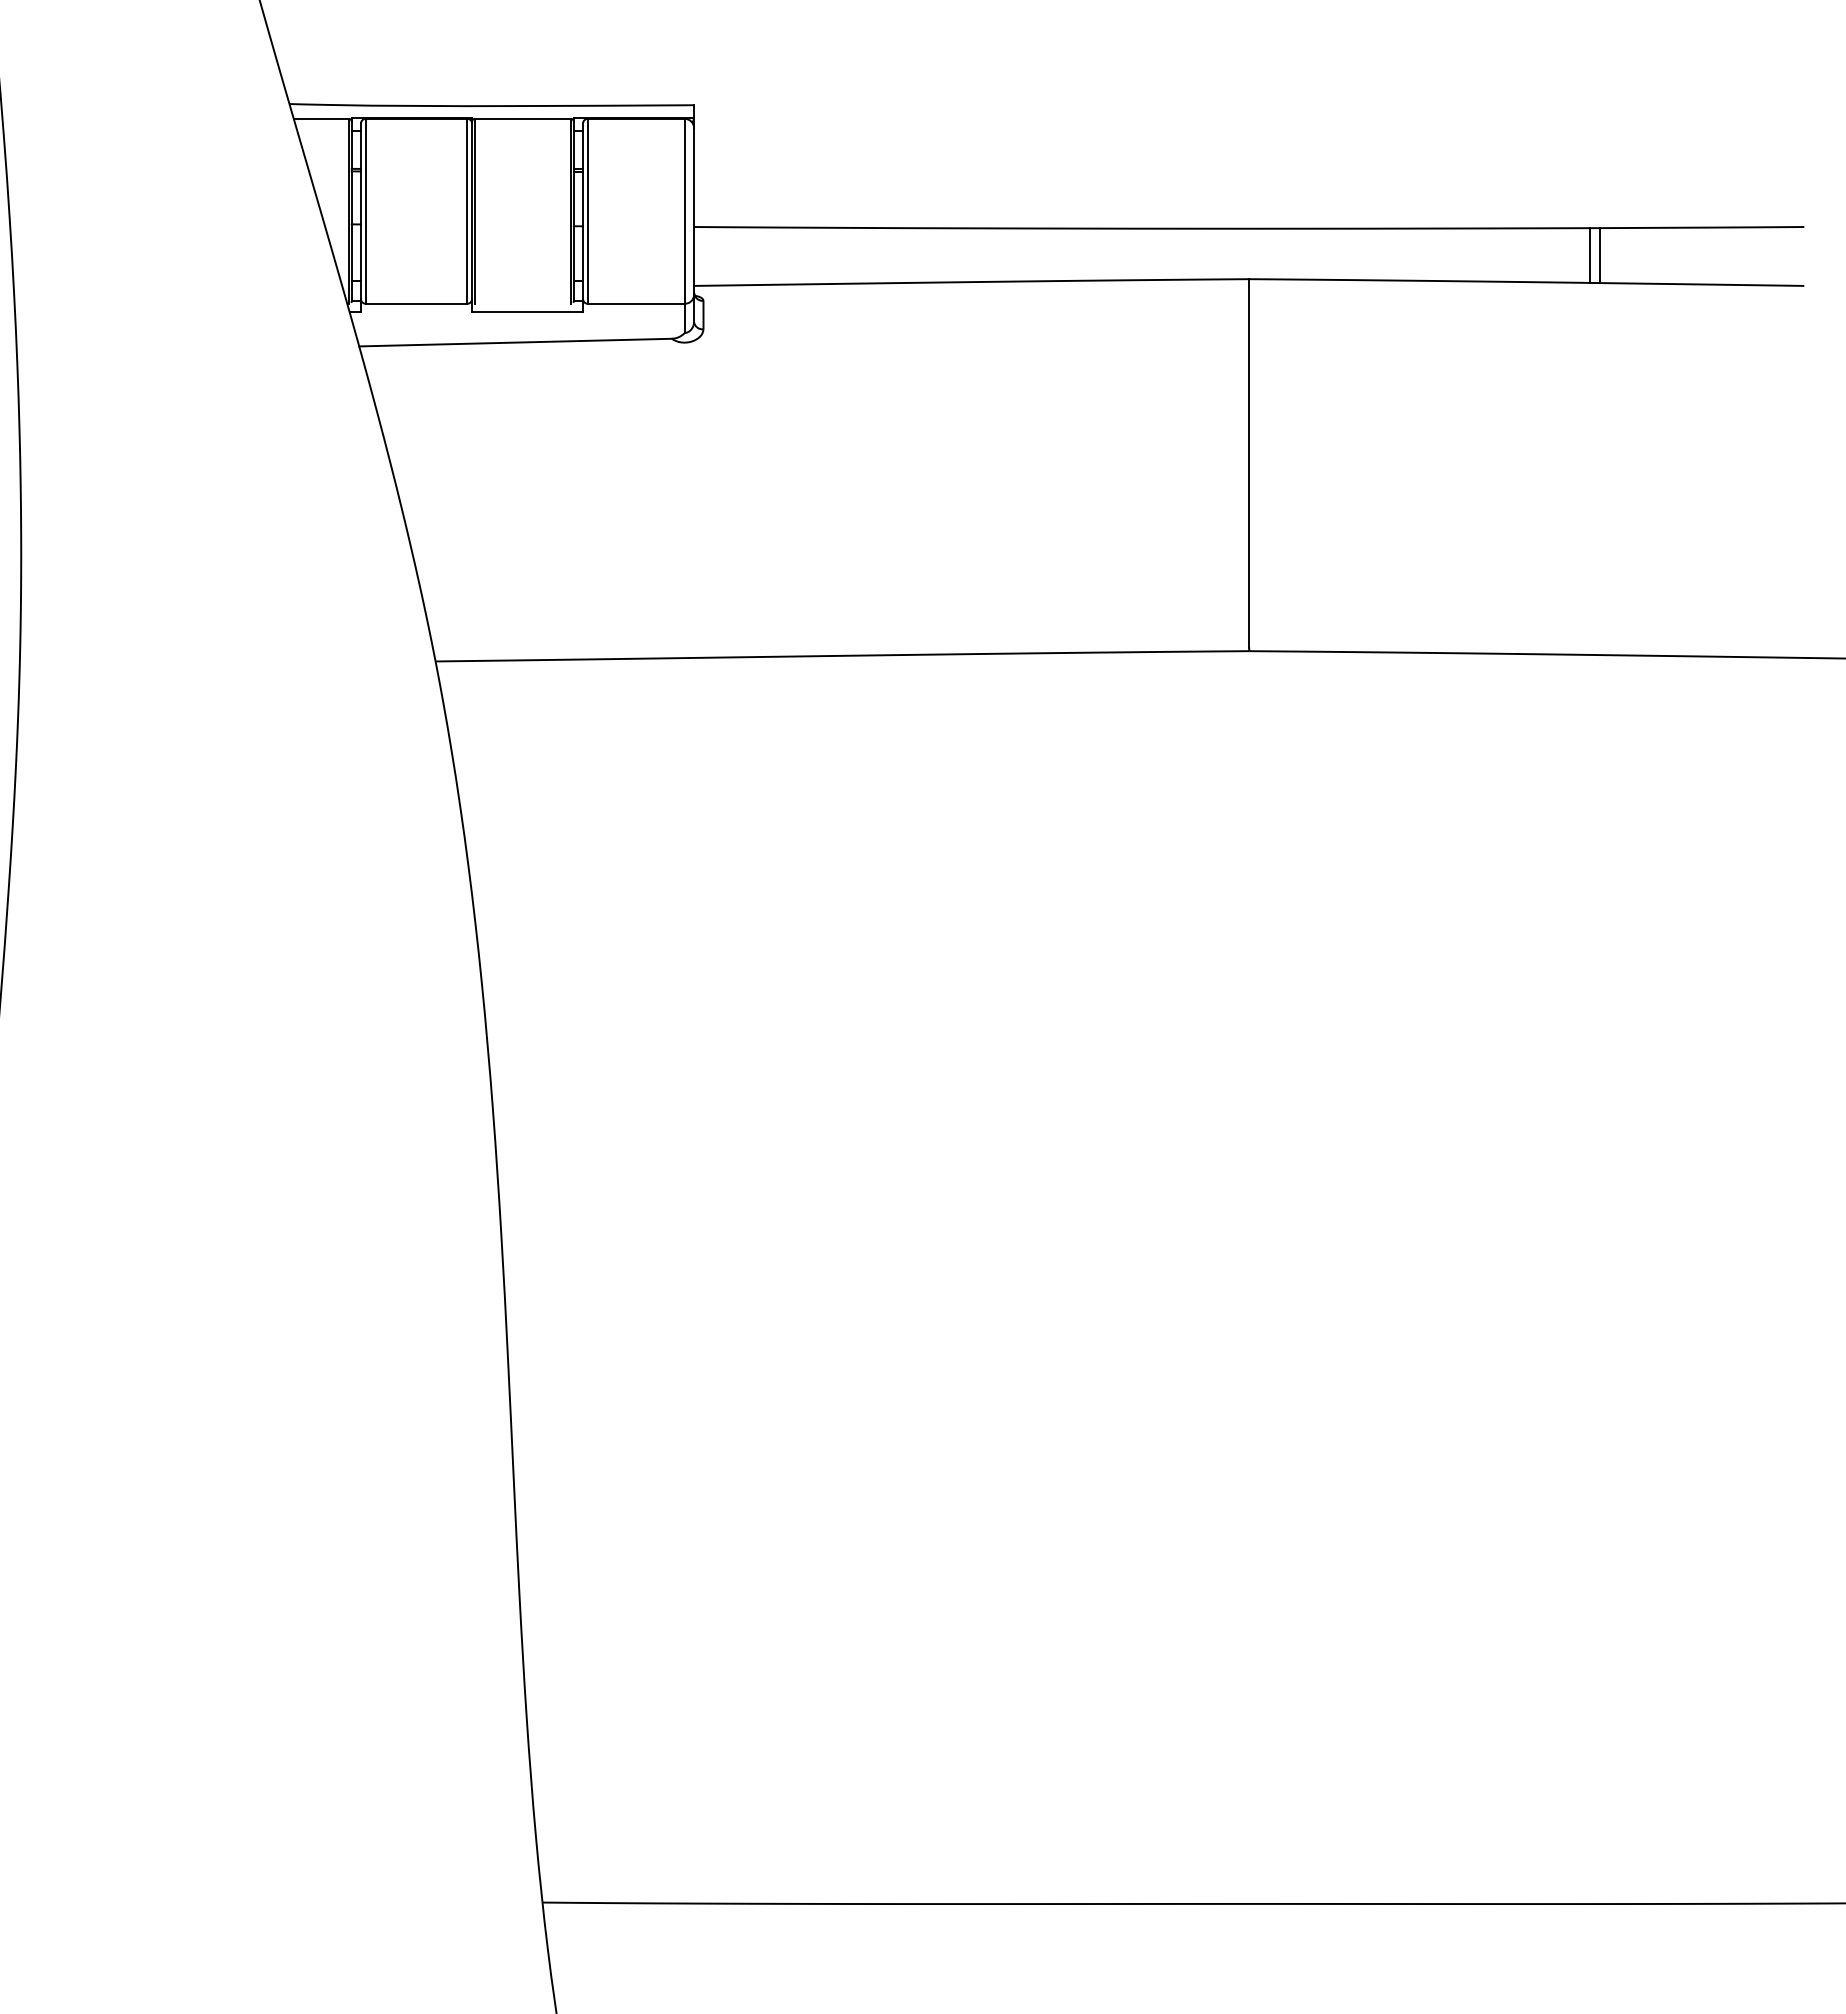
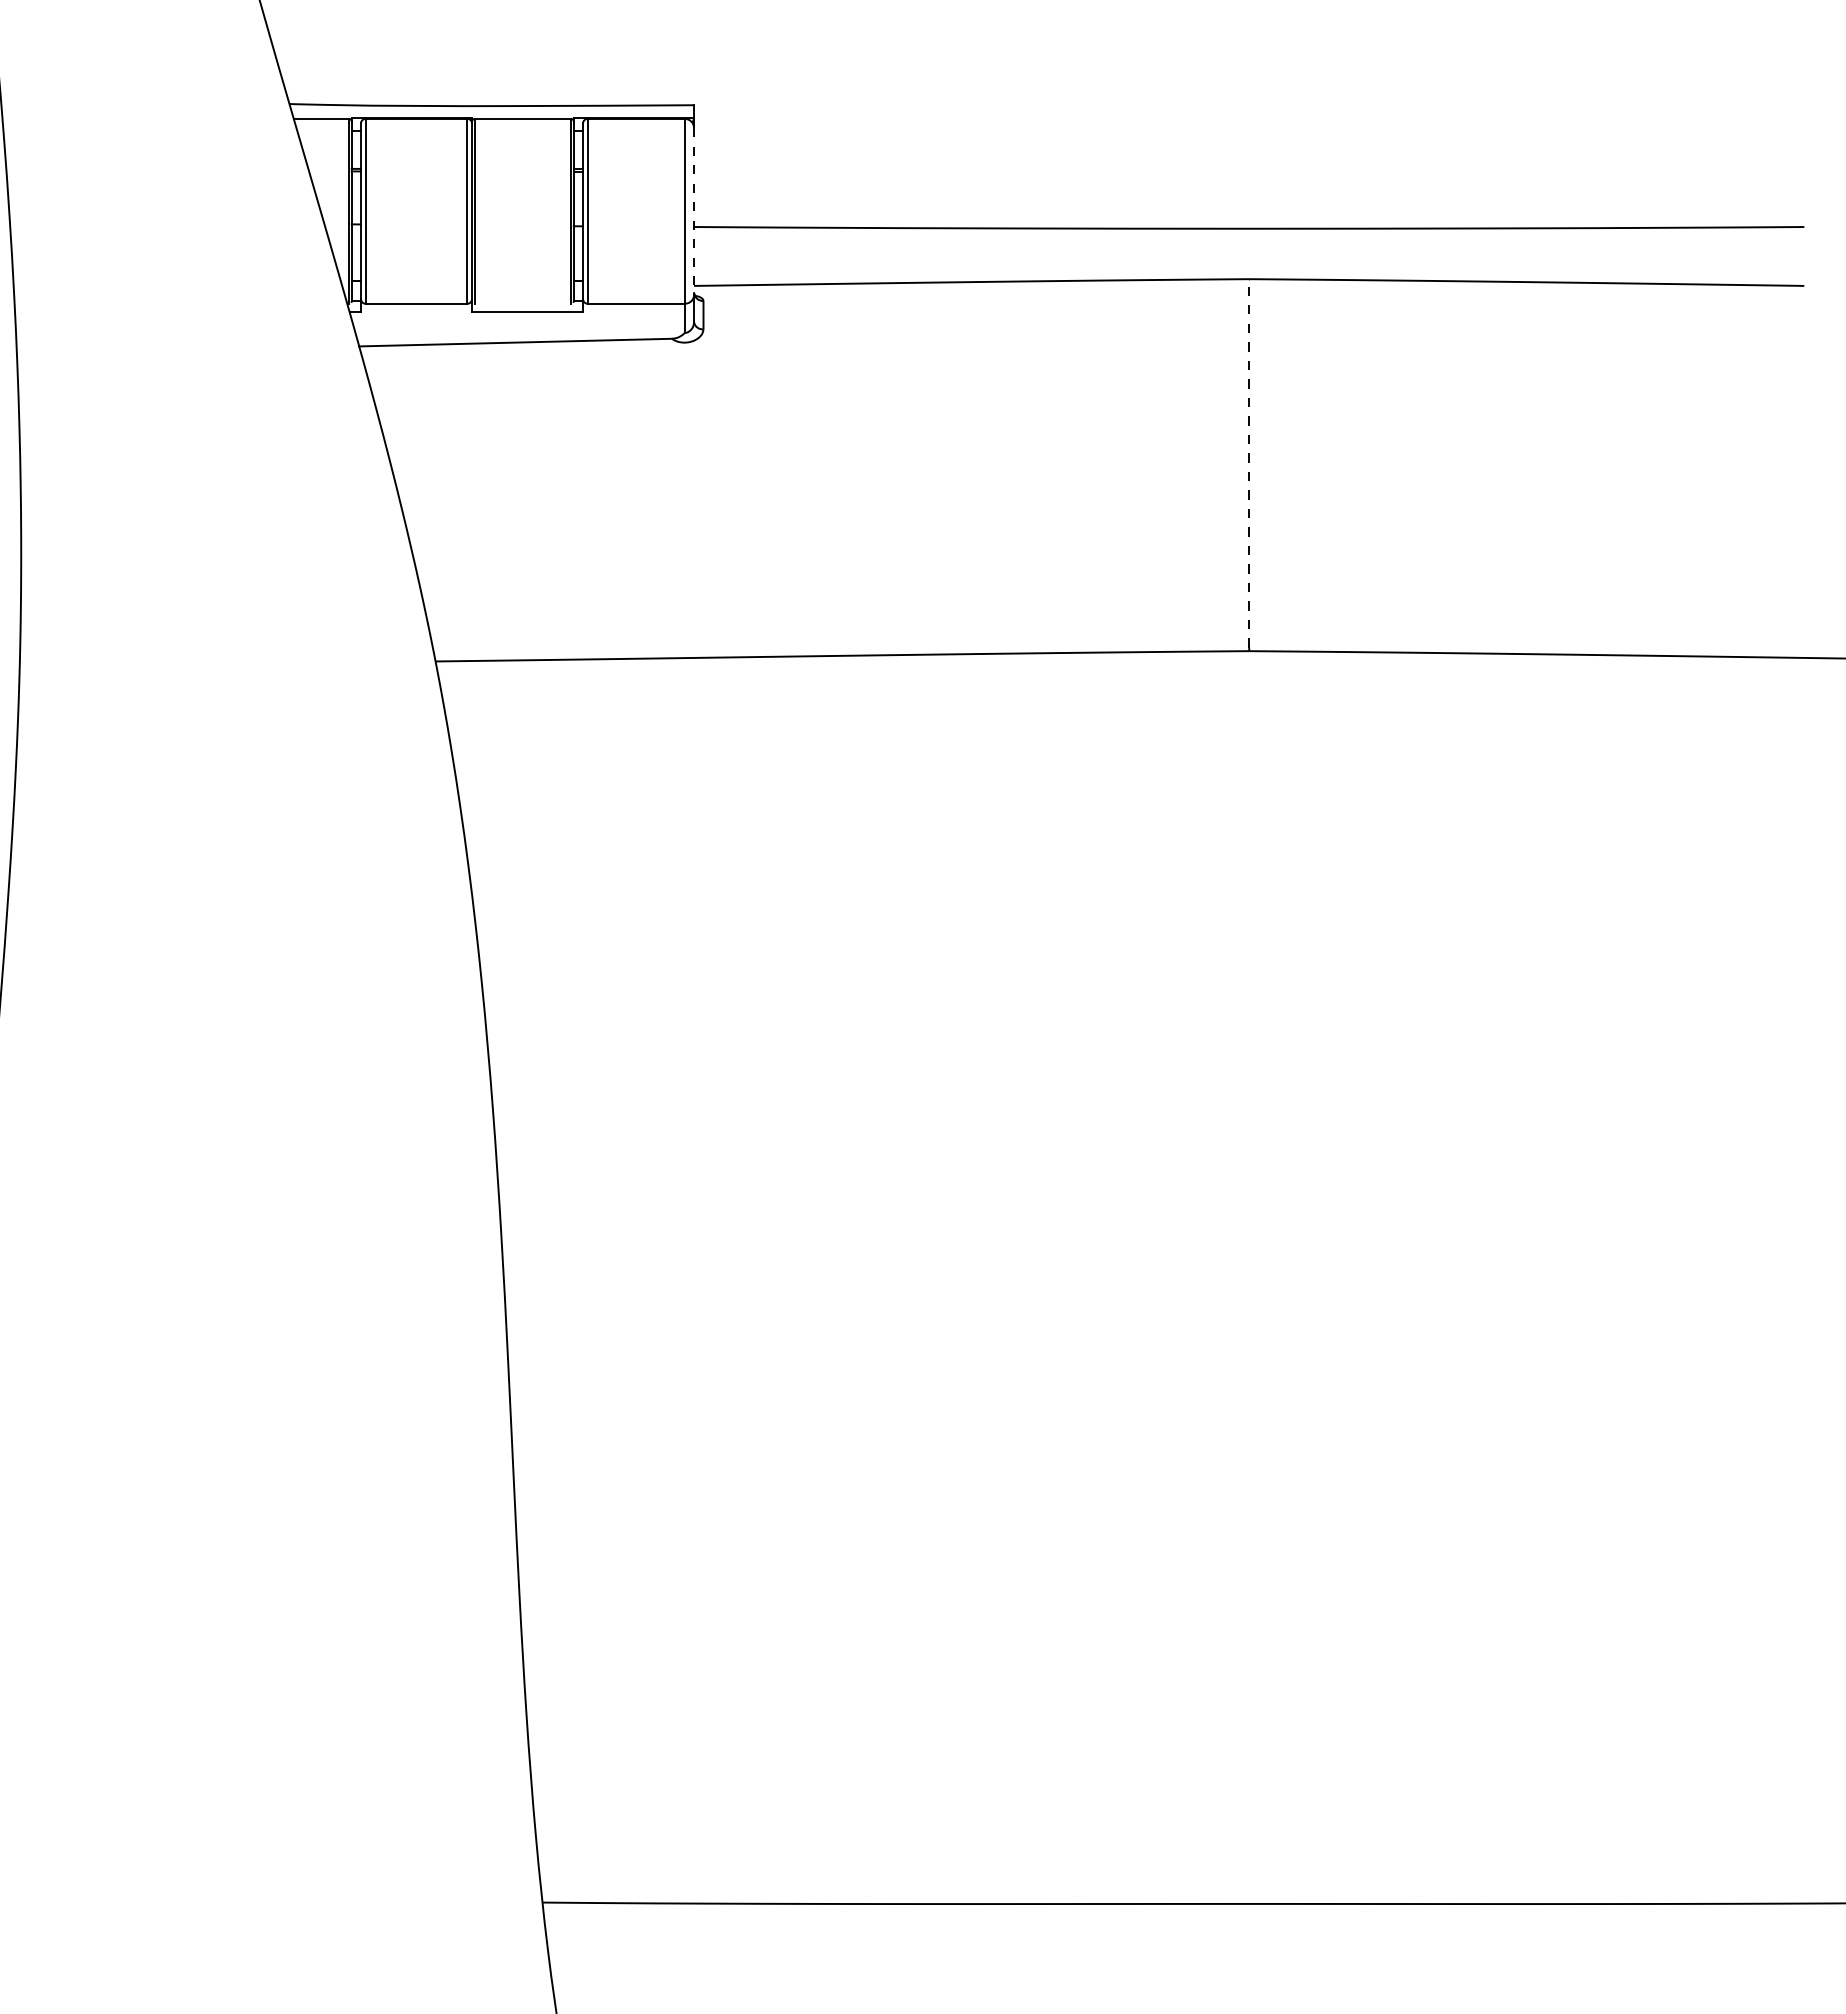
line at (694, 211): solid -> dashed
line at (1590, 255): present -> none
line at (1599, 255): present -> none
line at (1249, 463): solid -> dashed
